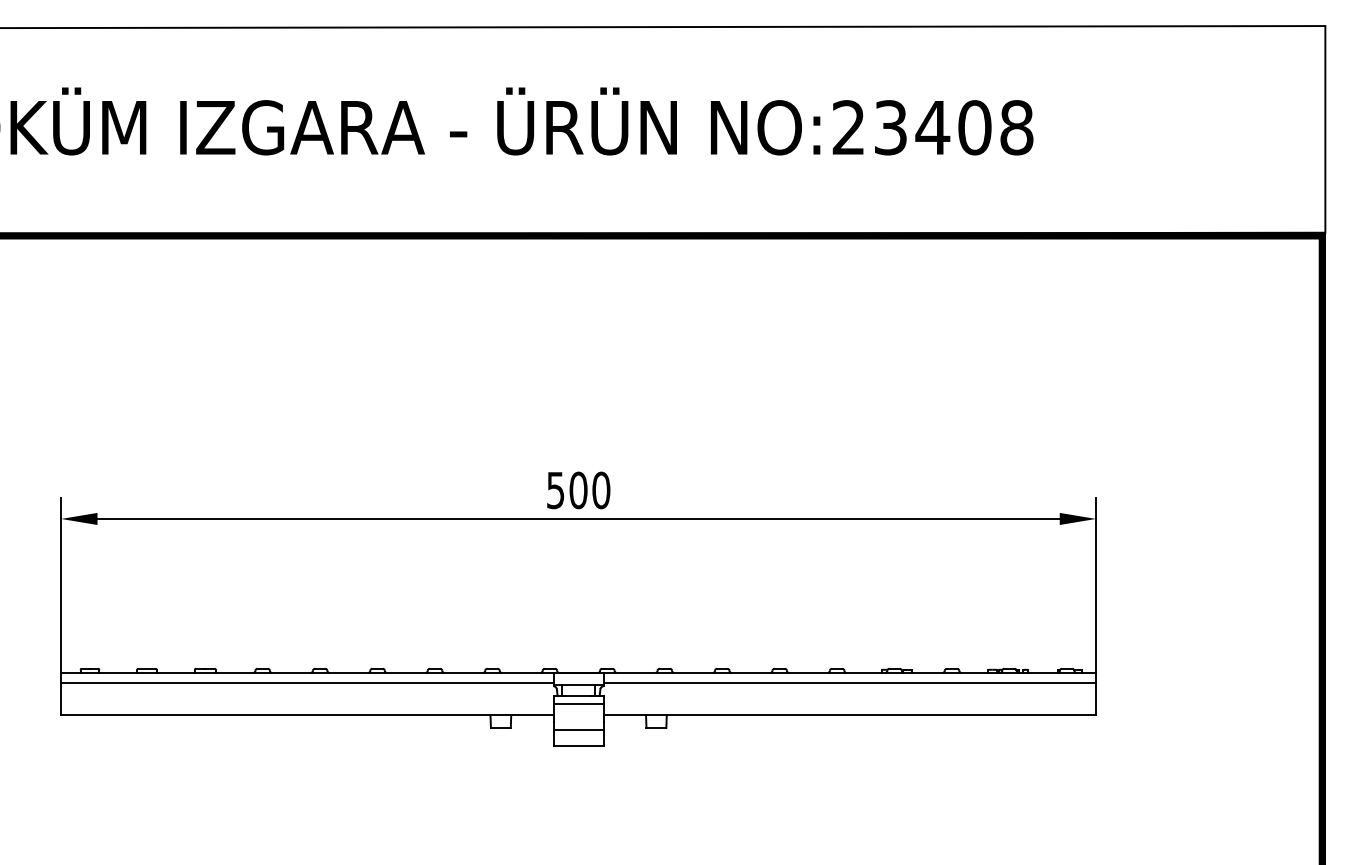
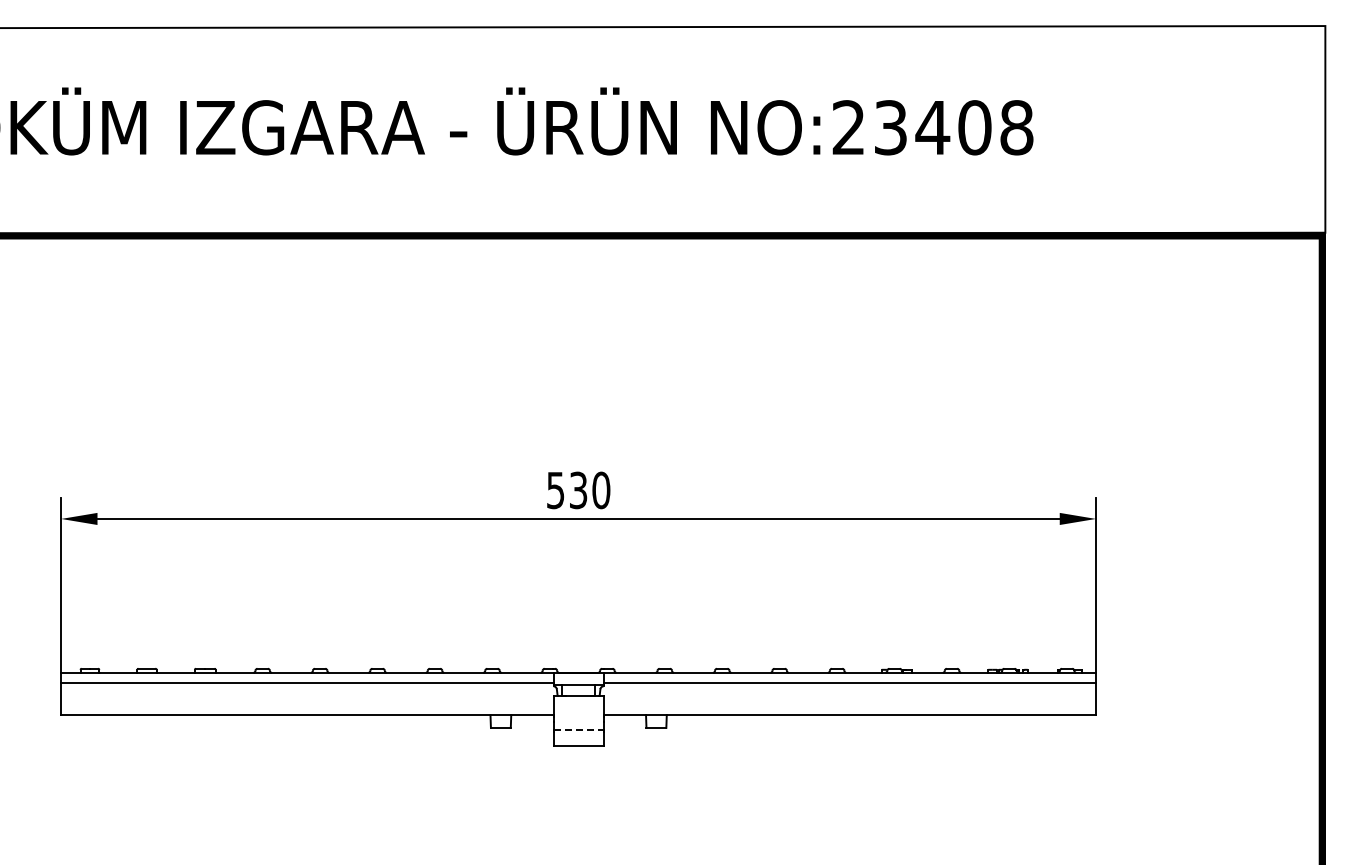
text at (578, 490): 500 -> 530
line at (578, 704): present -> none
line at (578, 729): solid -> dashed
